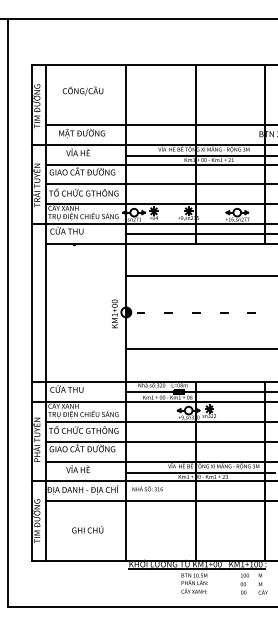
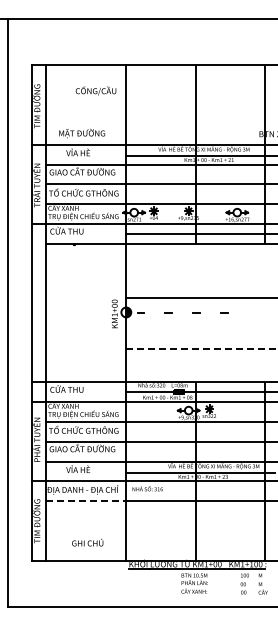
text at (82, 90) position: (82, 90) -> (95, 90)
line at (159, 124): present -> none
line at (200, 276) position: (200, 276) -> (200, 298)
line at (251, 312): present -> none
line at (201, 348): solid -> dashed
line at (86, 501): solid -> dashed
text at (87, 529) position: (87, 529) -> (87, 542)
